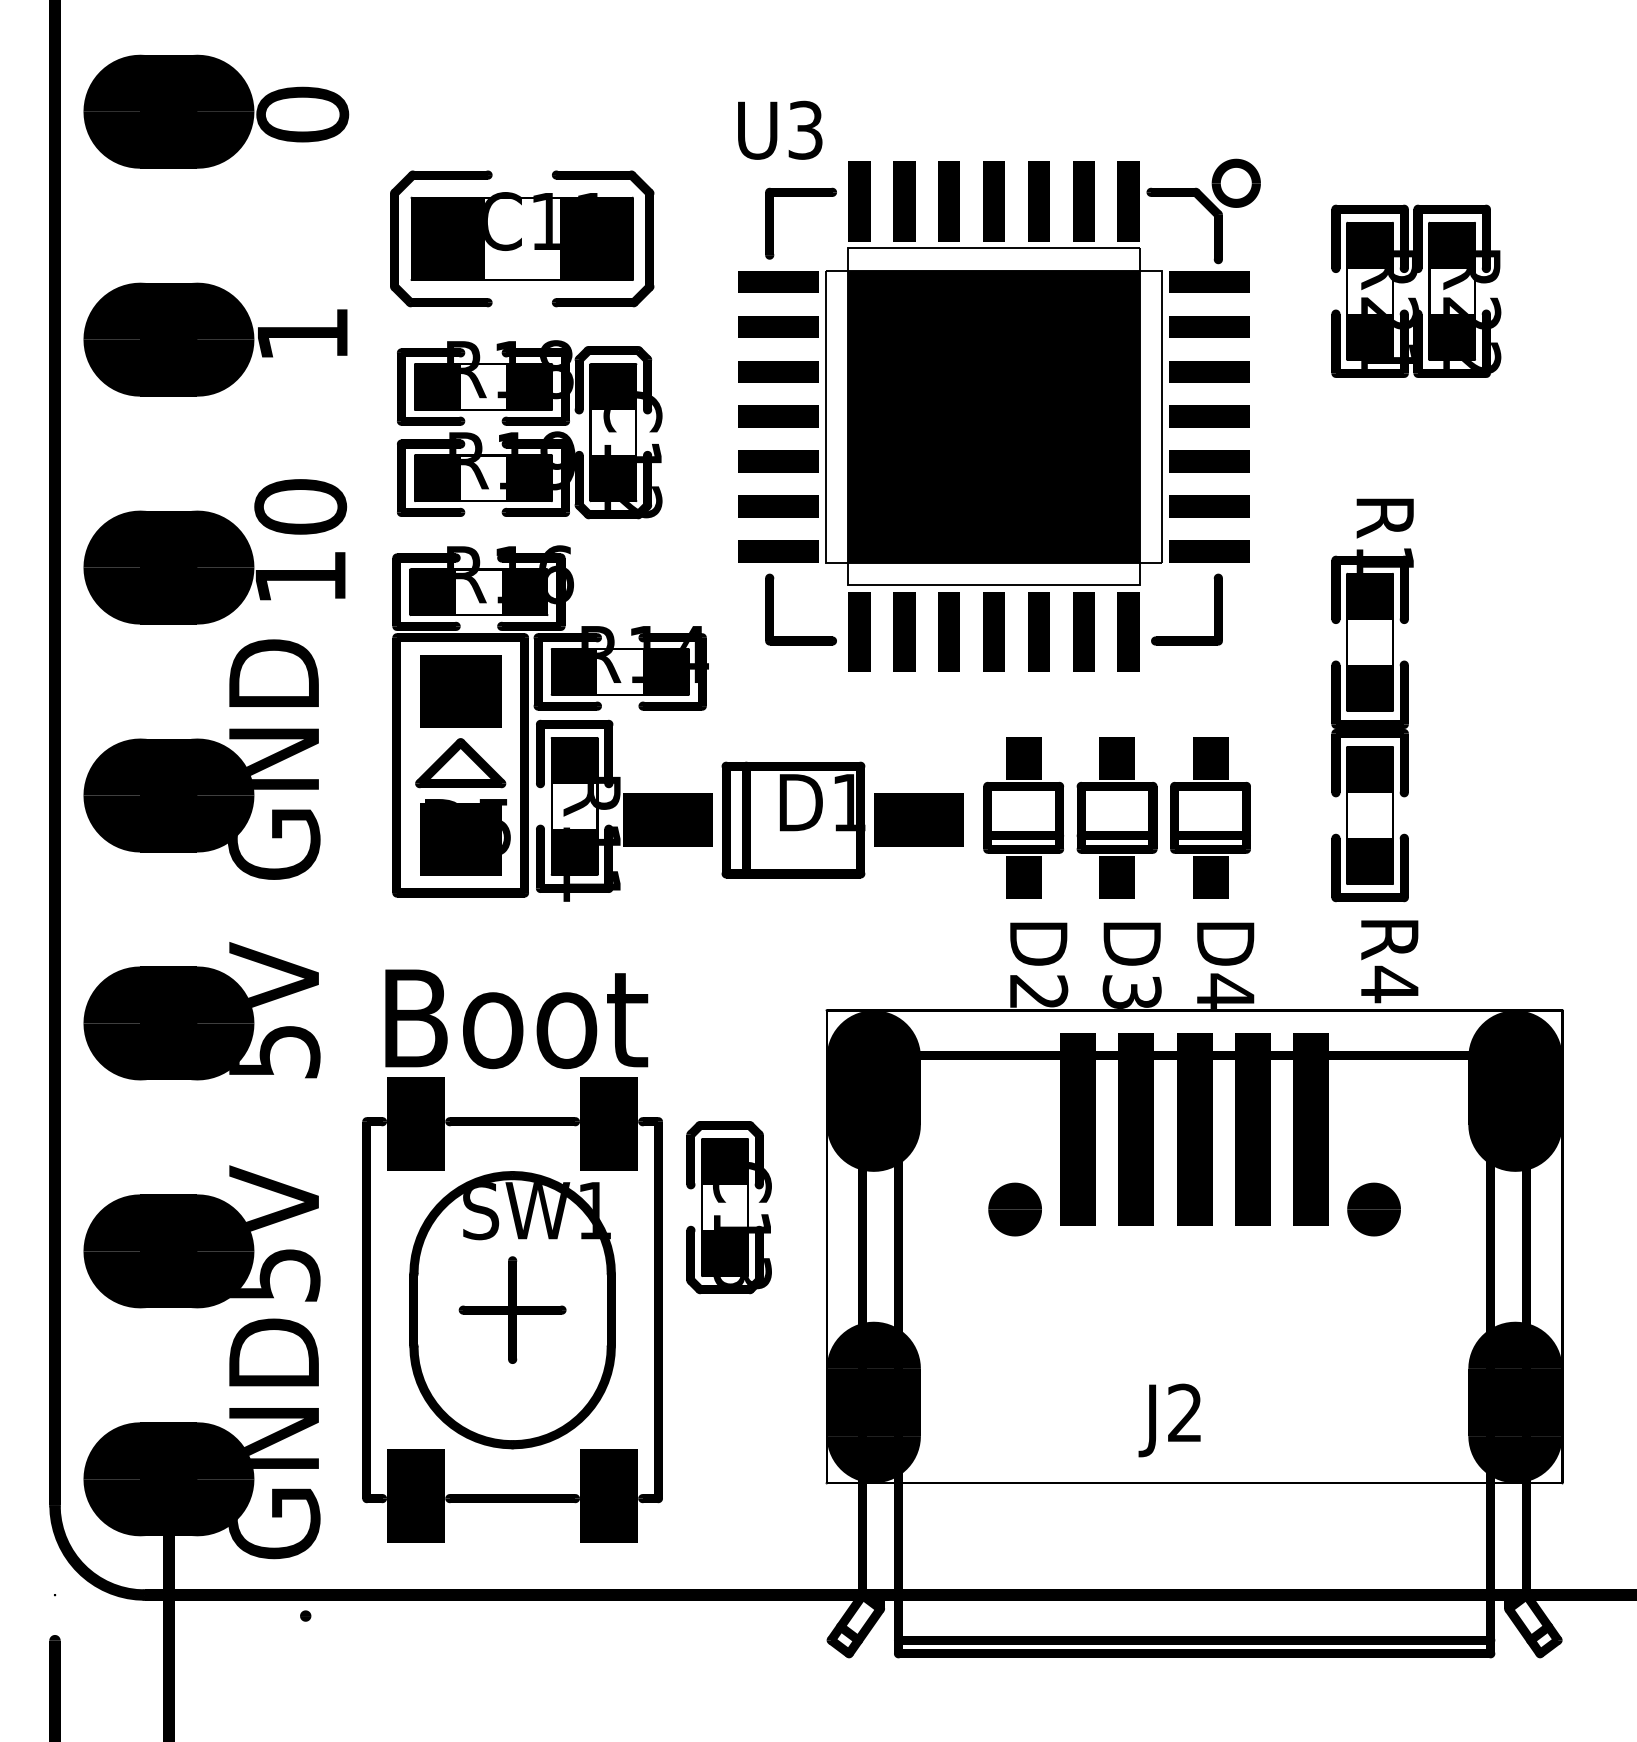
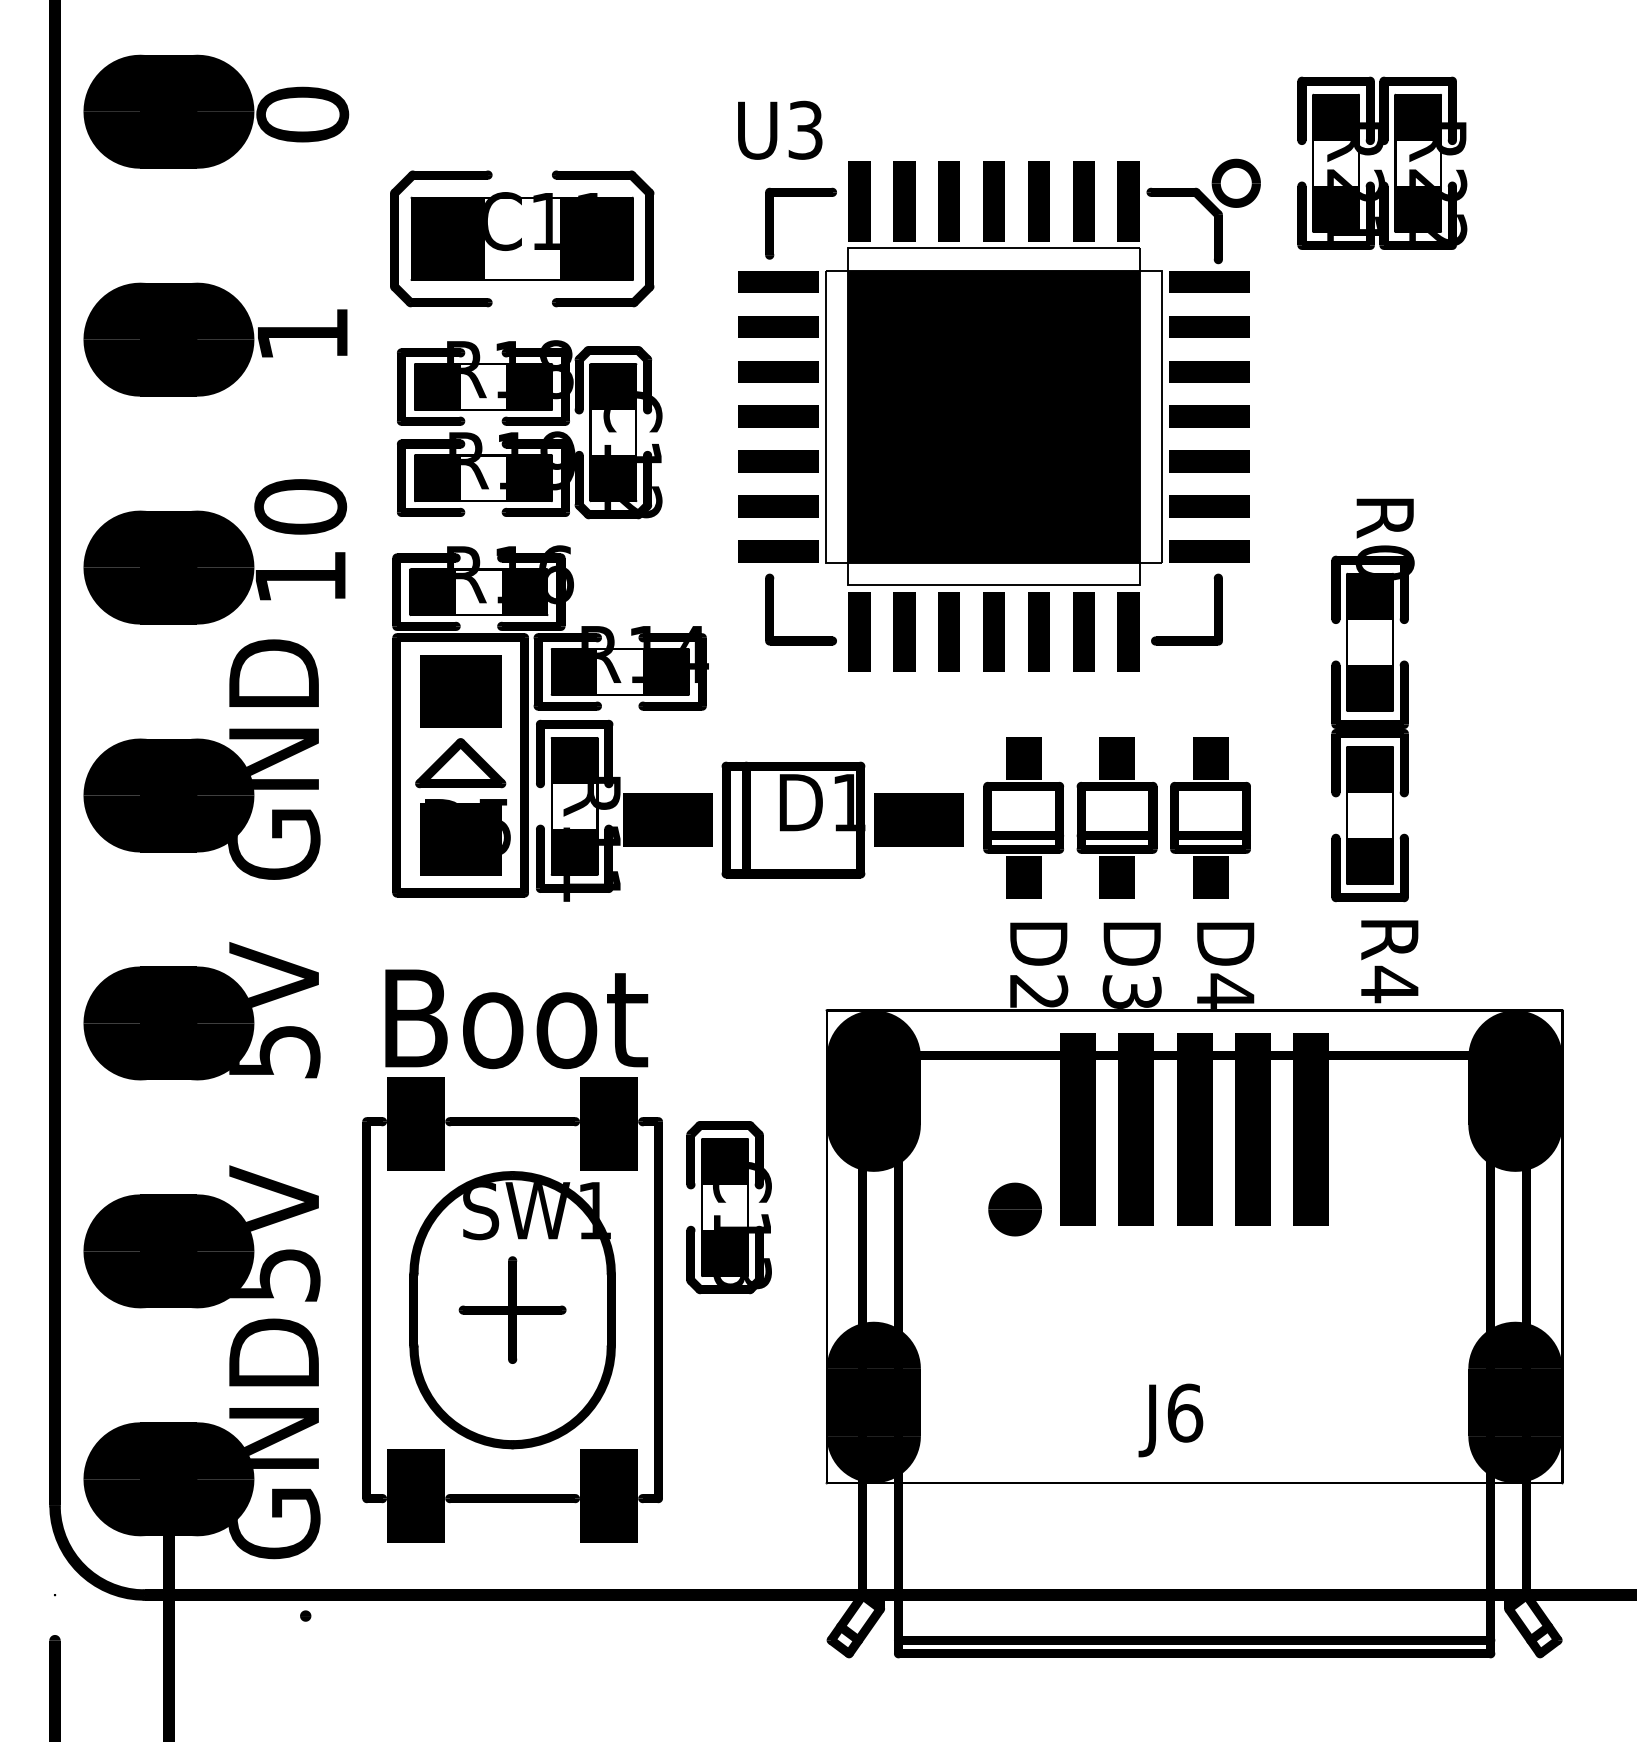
text at (1416, 290) position: (1416, 290) -> (1382, 162)
text at (1384, 562): R1 -> R0
part at (1373, 1209): present -> none
text at (1185, 1412): J2 -> J6
